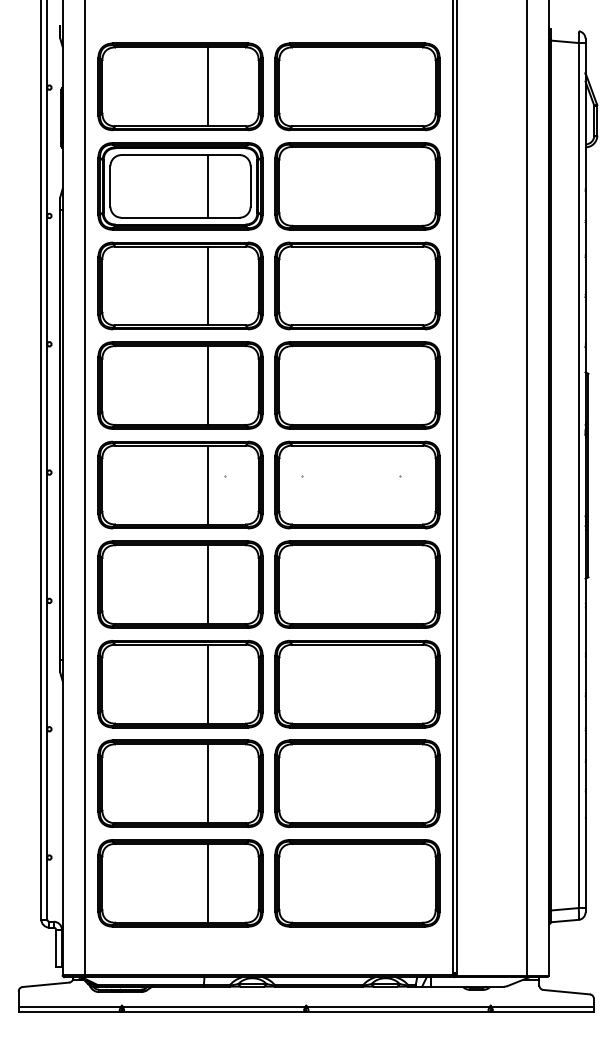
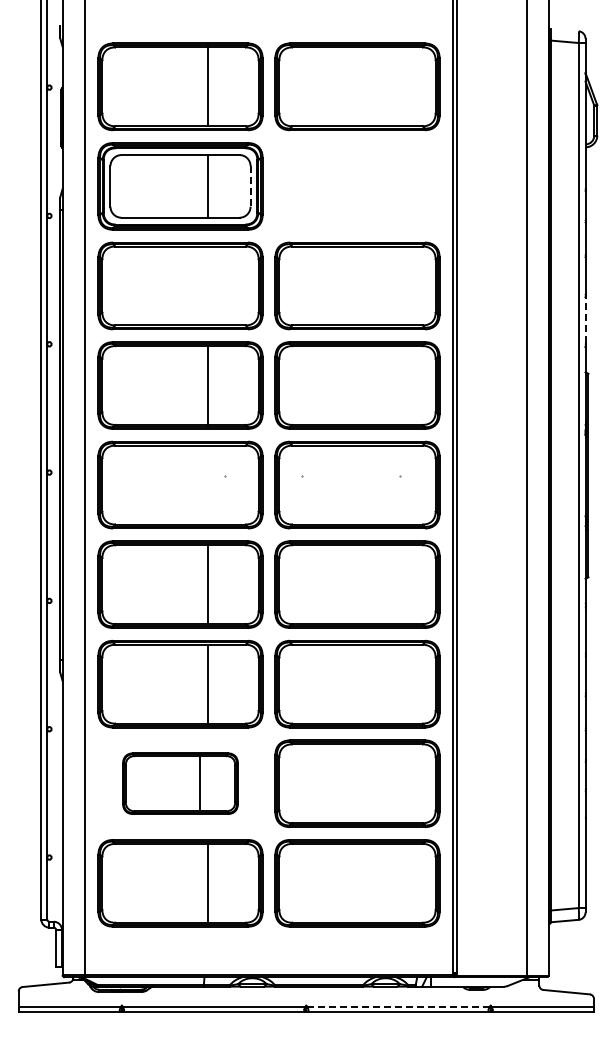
line at (250, 186): solid -> dashed
part at (357, 186): present -> none
line at (208, 285): present -> none
line at (585, 320): solid -> dashed
line at (208, 484): present -> none
part at (180, 783) size: 167x89 px -> 117x63 px
line at (398, 1006): solid -> dashed
